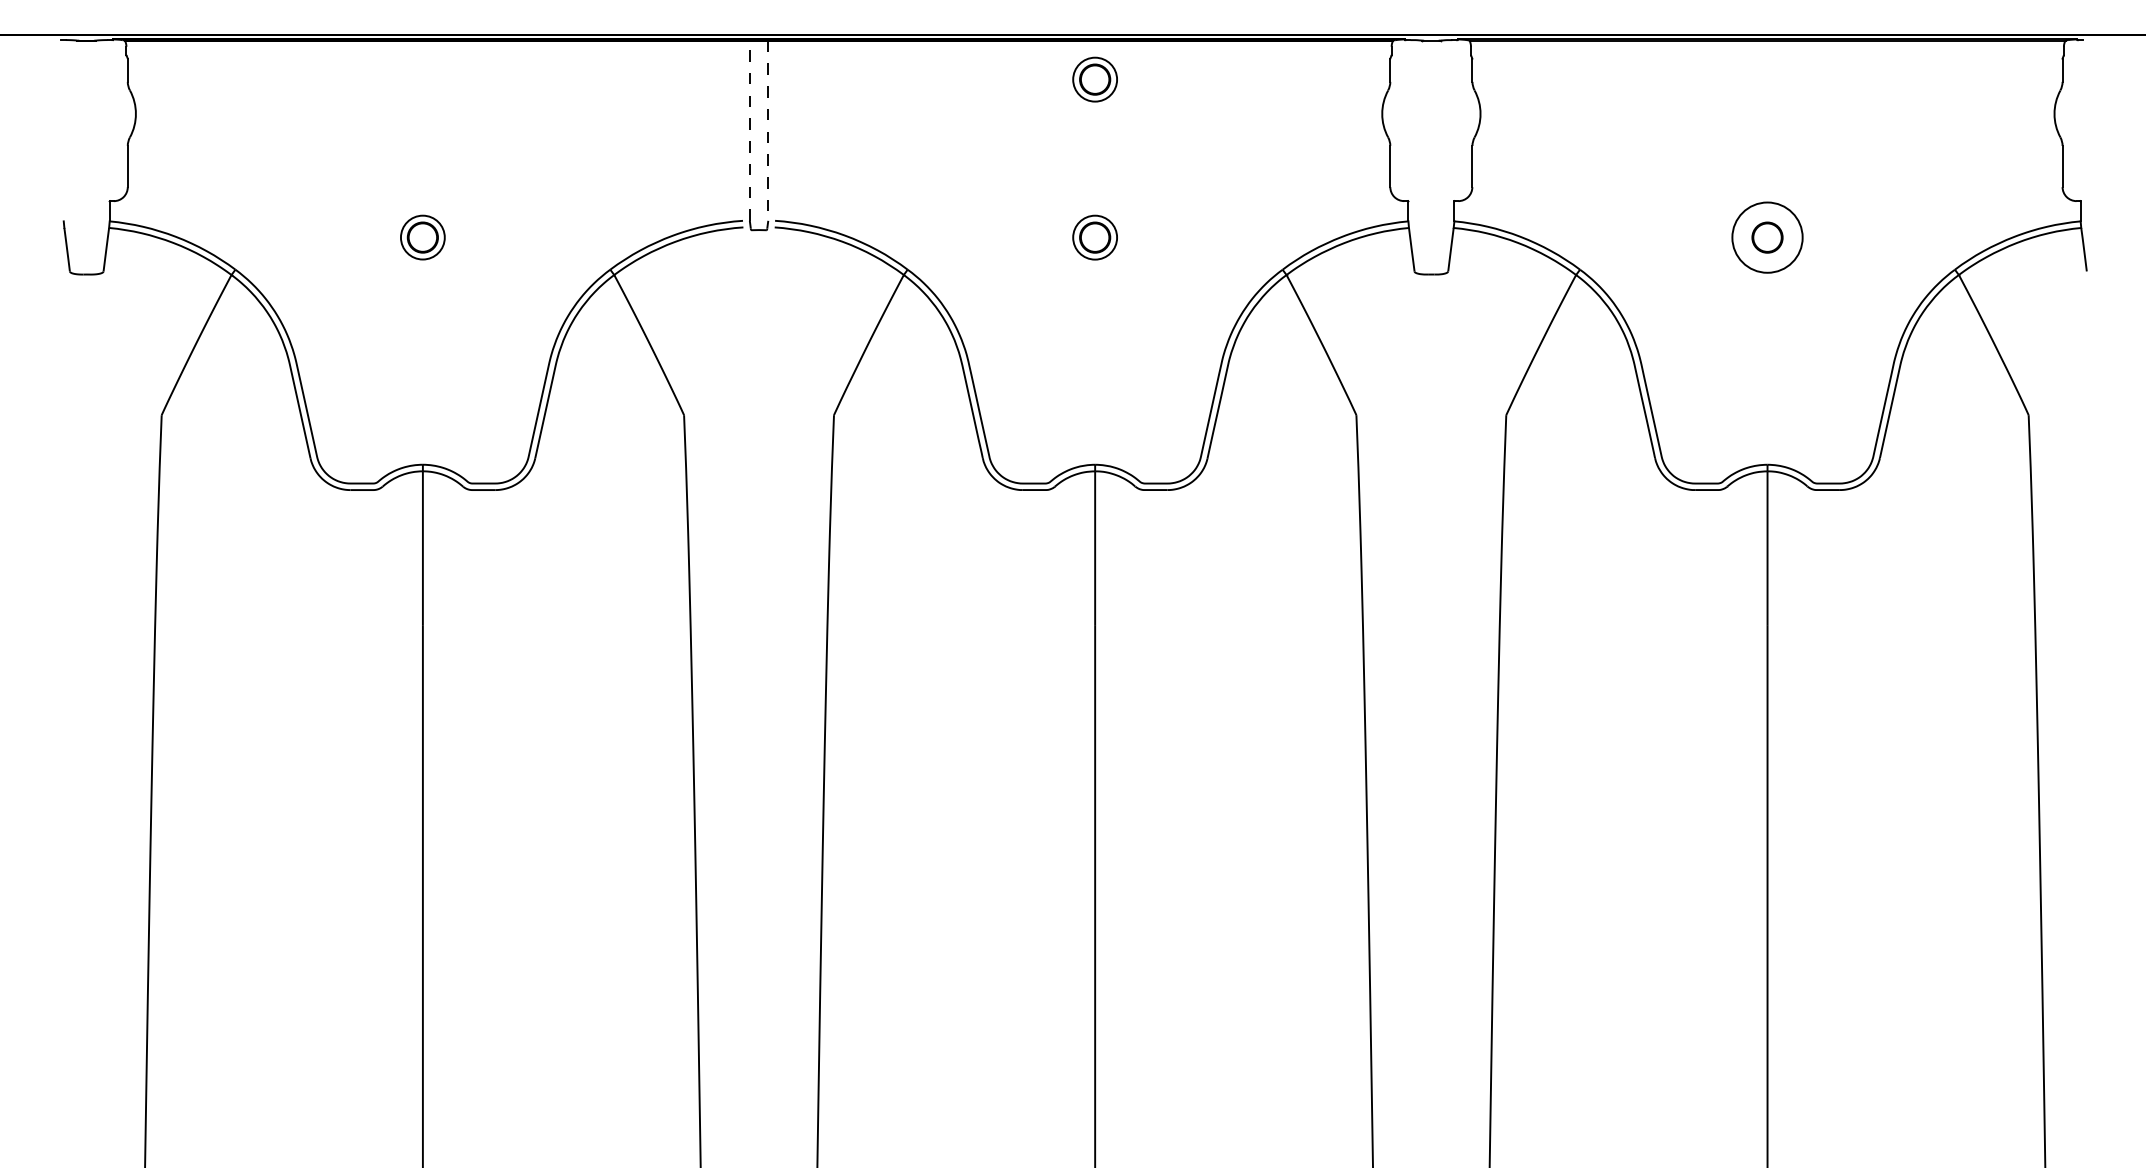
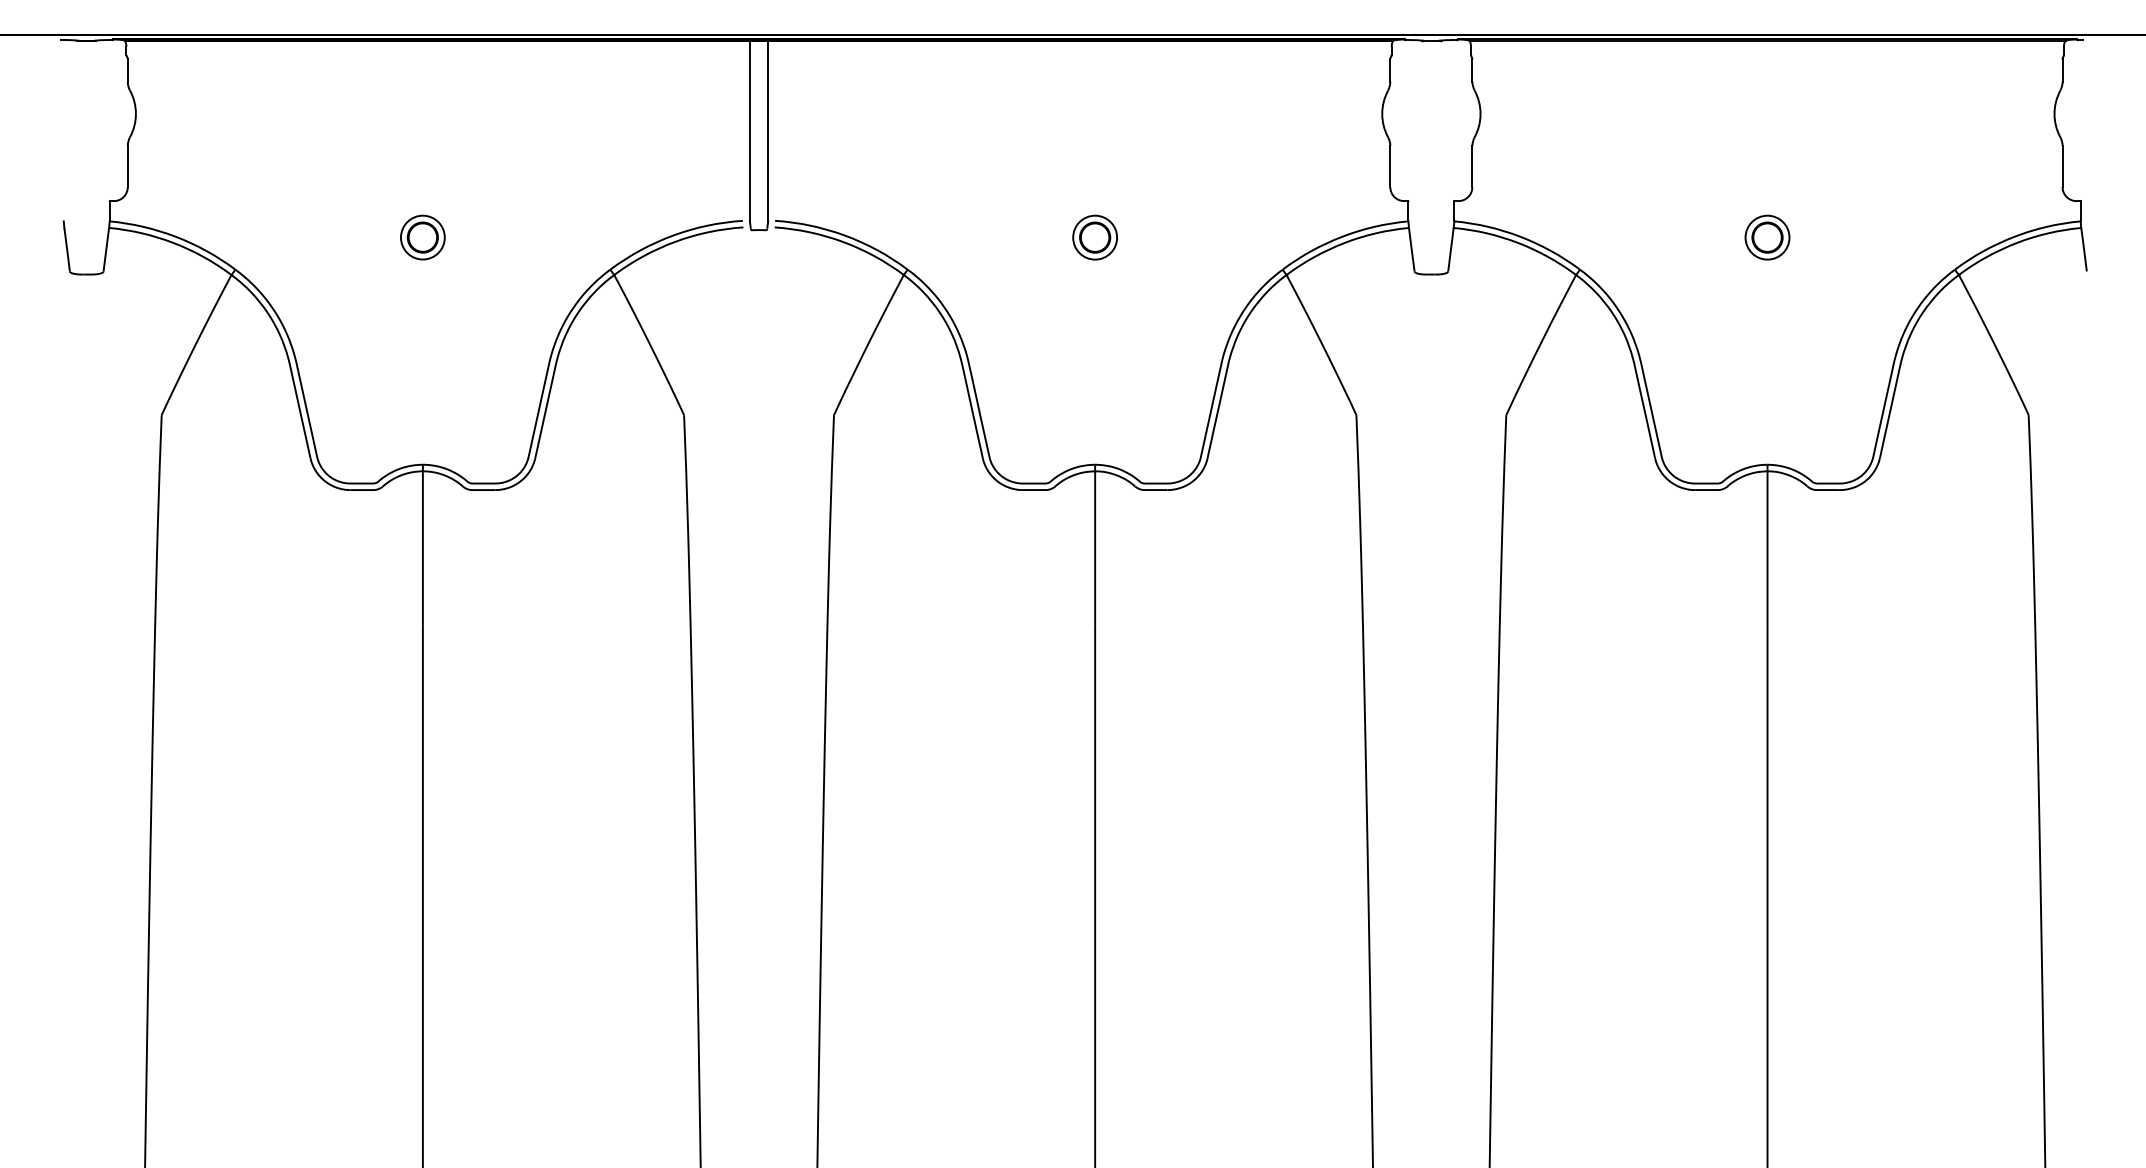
part at (1094, 79): present -> none
line at (749, 130): dashed -> solid
line at (768, 131): dashed -> solid
circle at (1767, 237) diameter: 70 px -> 44 px
